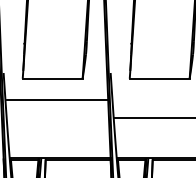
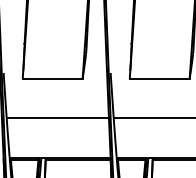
line at (57, 99) position: (57, 99) -> (57, 117)
